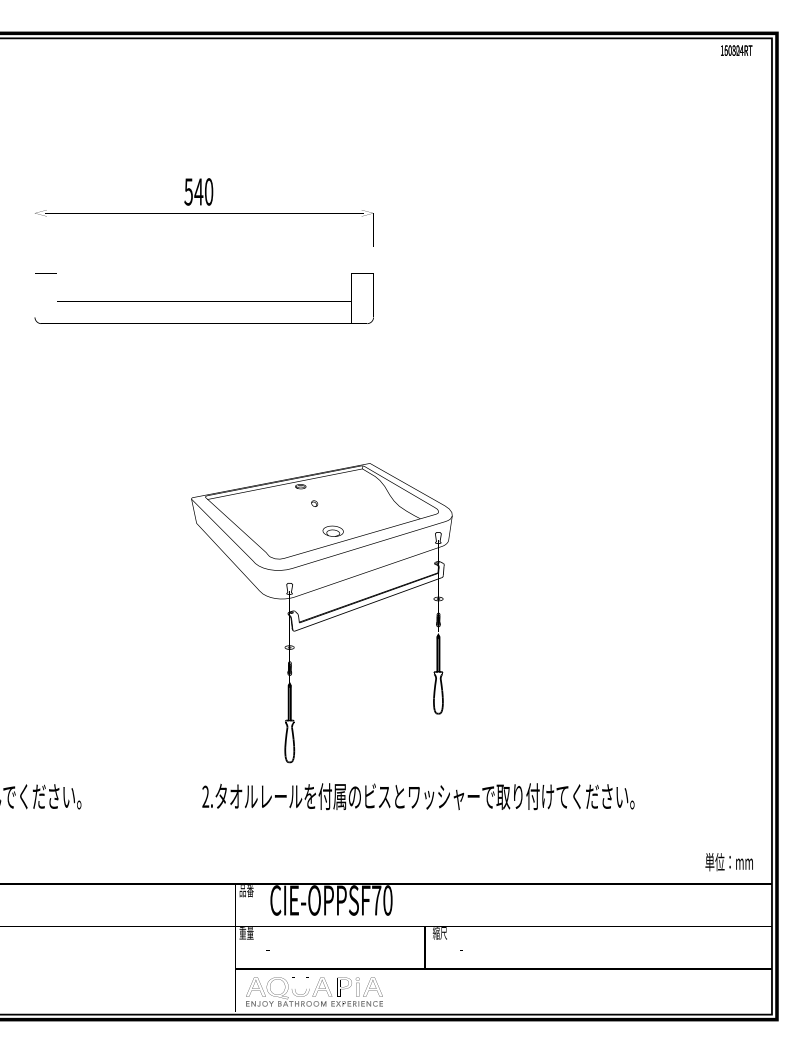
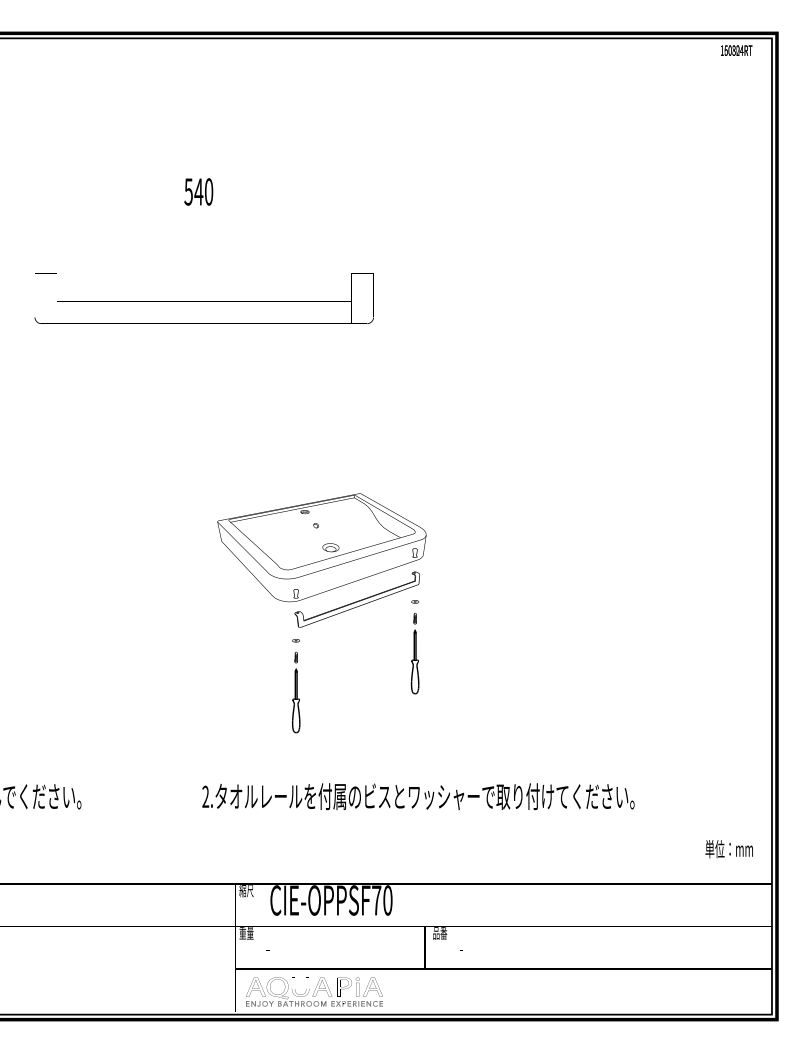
part at (204, 213): present -> none
part at (321, 613) size: 262x301 px -> 210x241 px
text at (728, 862) position: (728, 862) -> (728, 849)
text at (246, 891): 品番 -> 縮尺
text at (439, 933): 縮尺 -> 品番
